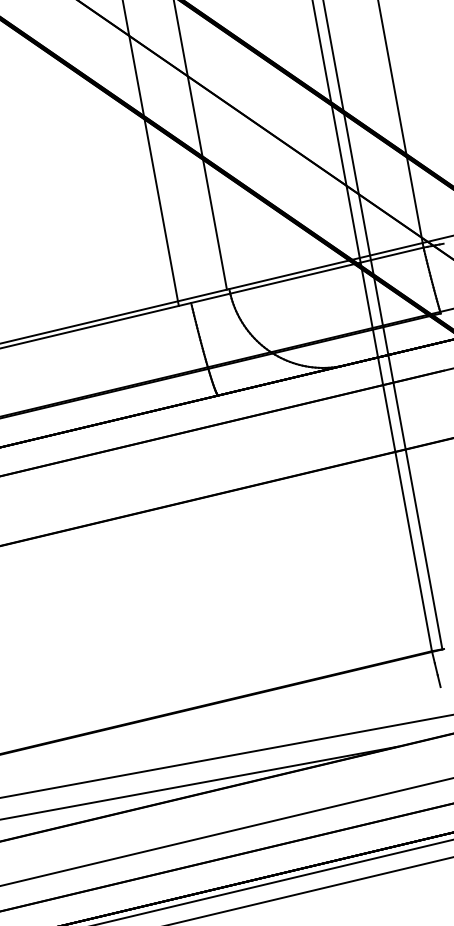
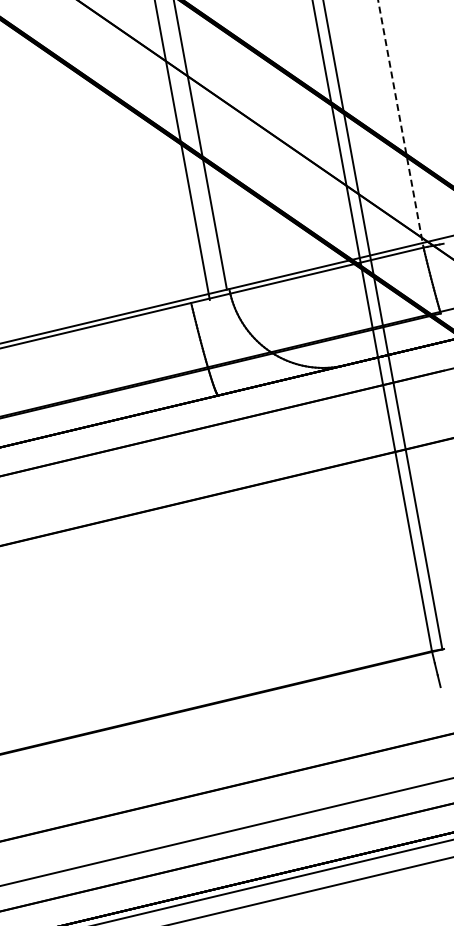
line at (400, 124): solid -> dashed
line at (150, 153) position: (150, 153) -> (182, 150)
line at (226, 756): present -> none
line at (199, 782): present -> none
